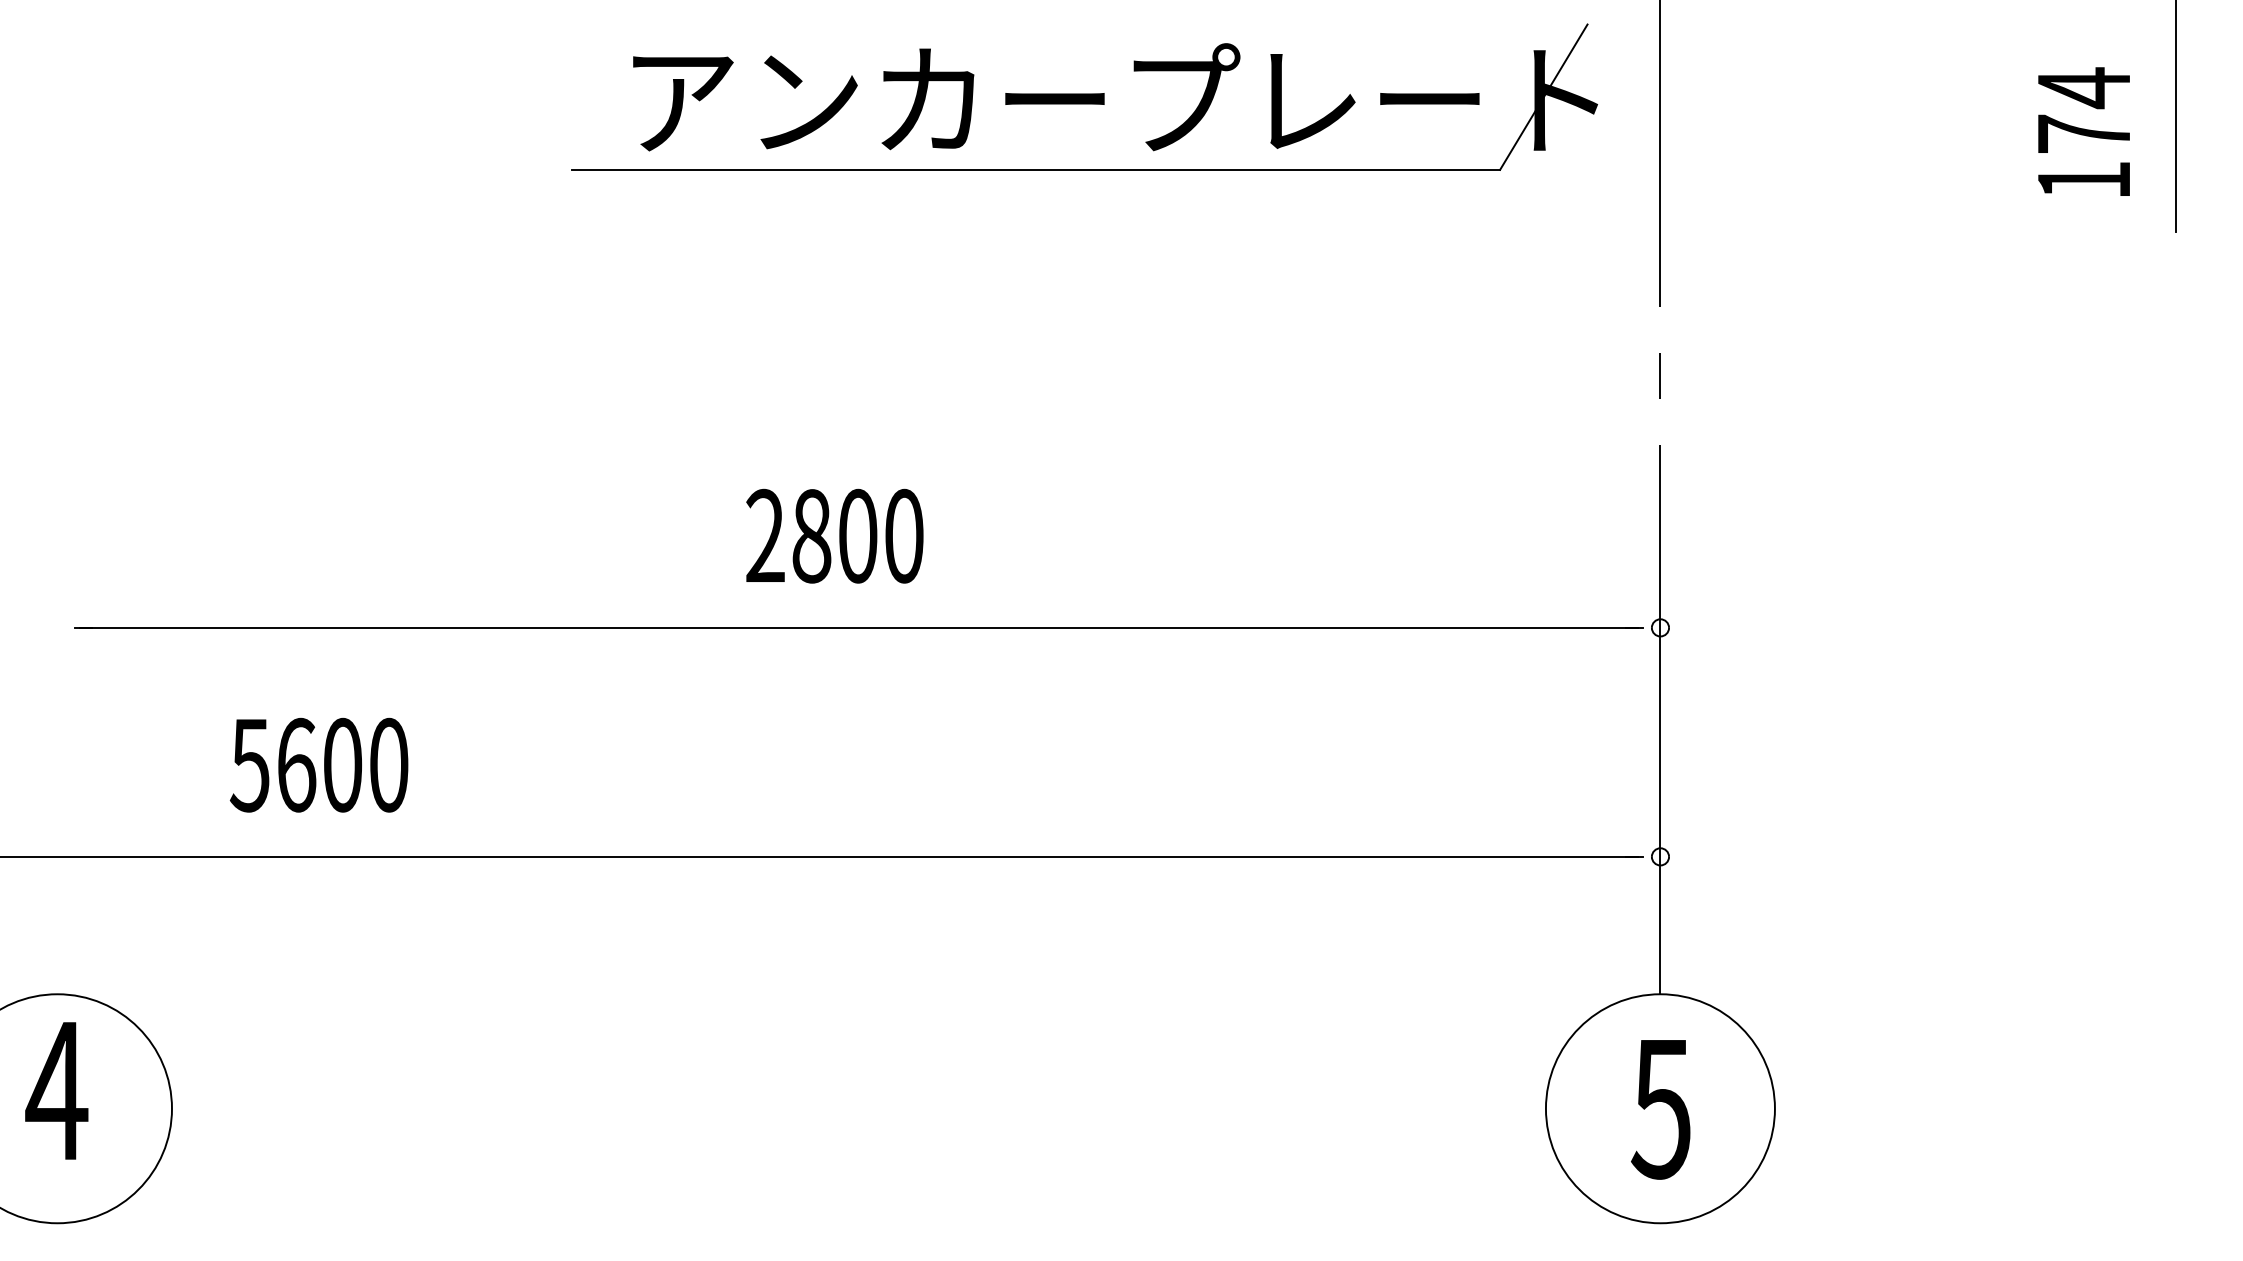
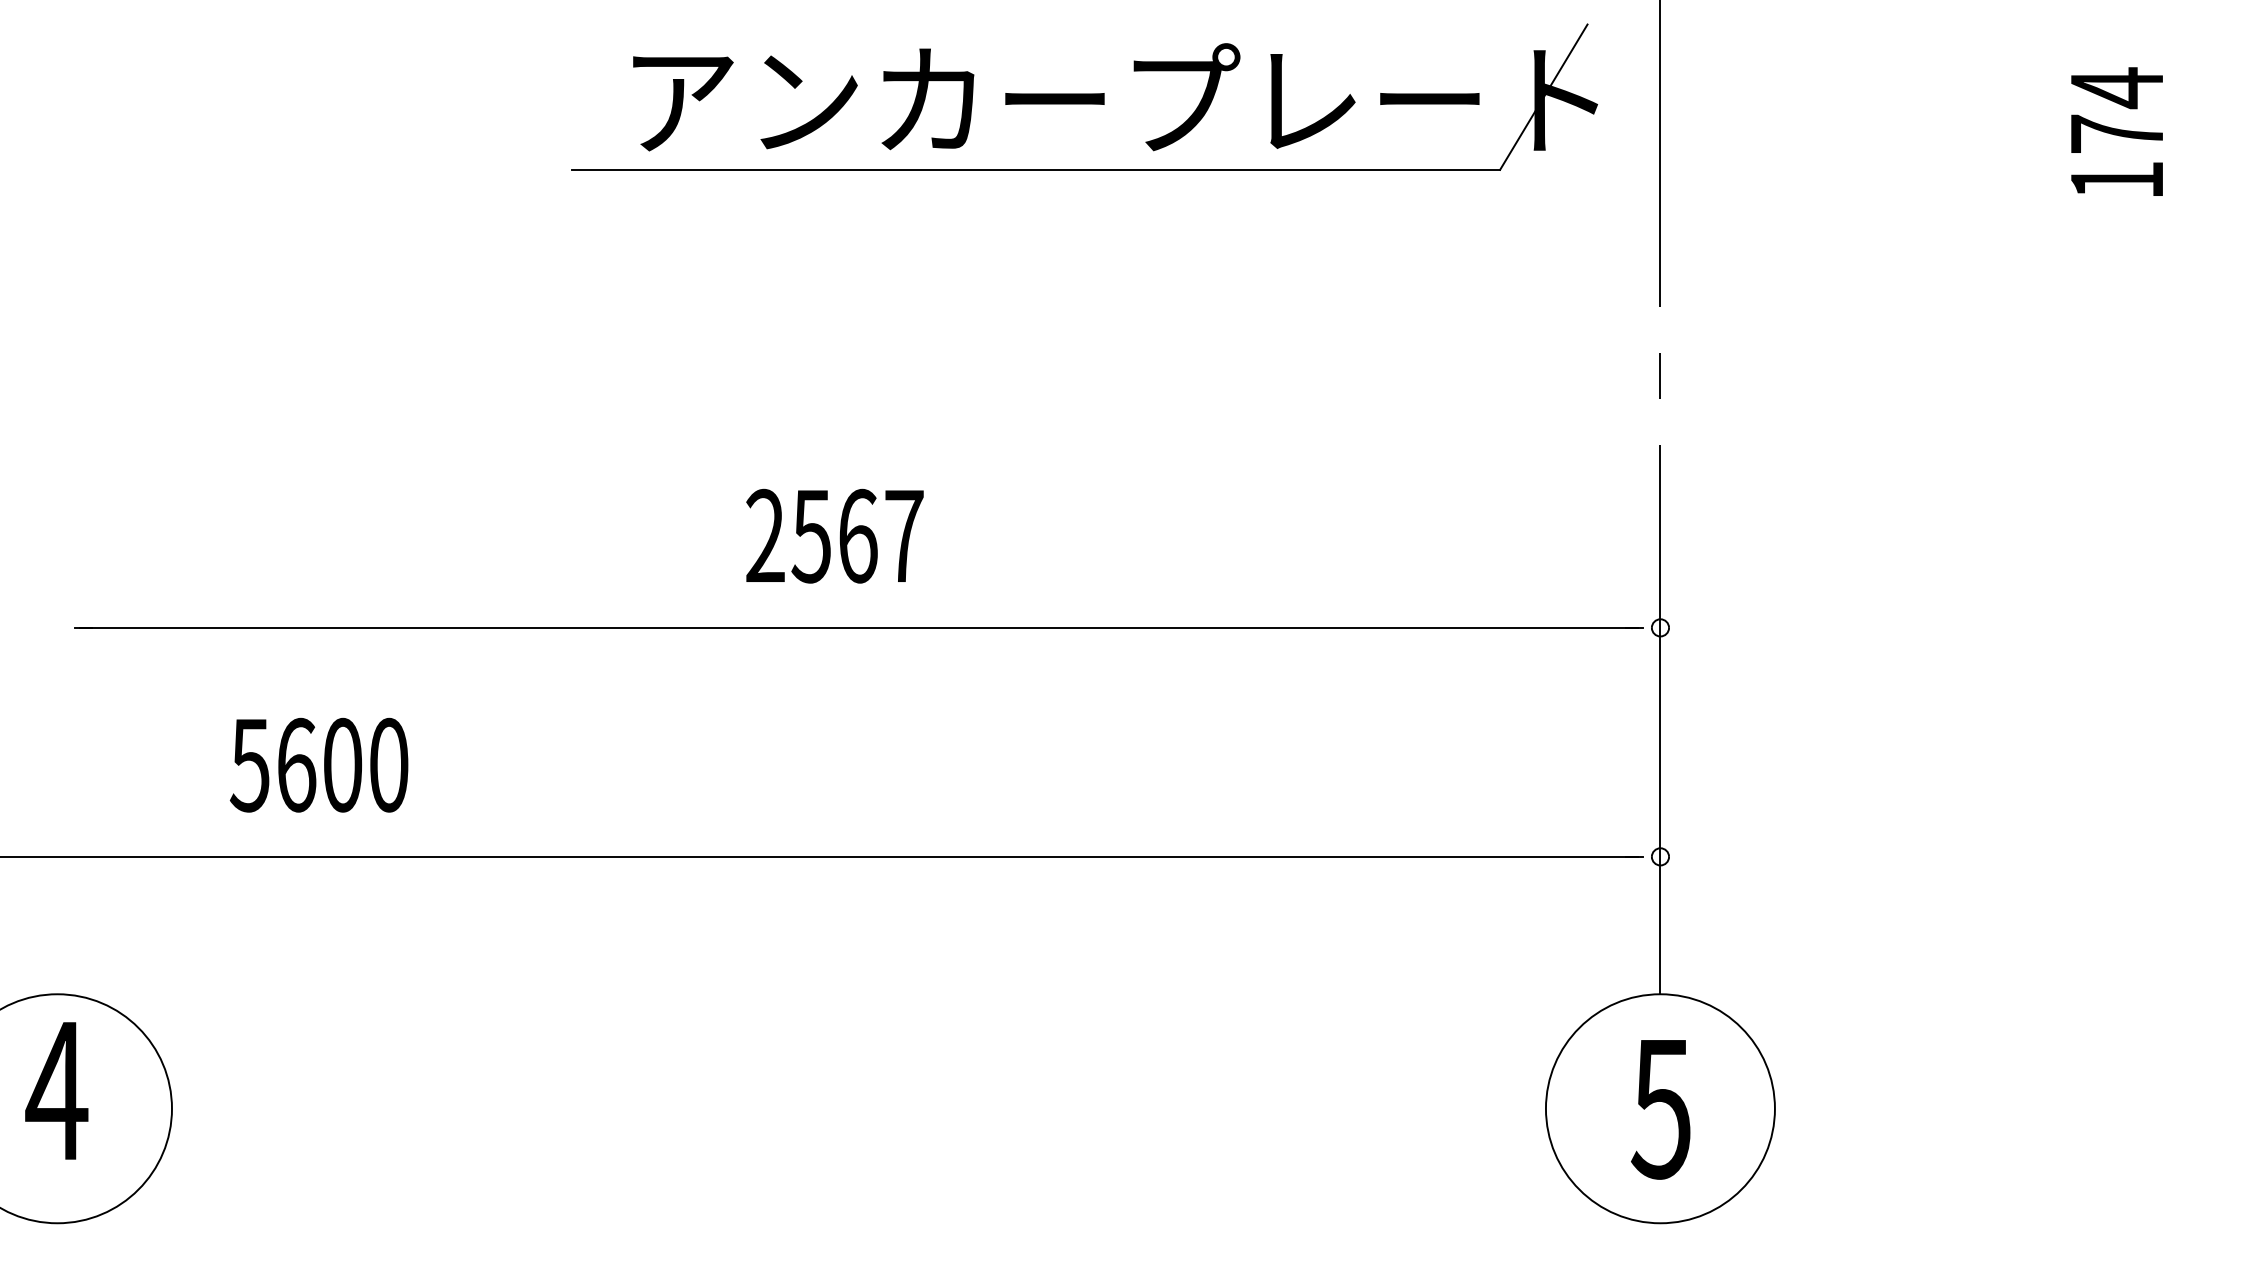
line at (2175, 116): present -> none
text at (2083, 131) position: (2083, 131) -> (2116, 131)
text at (857, 535): 2800 -> 2567
